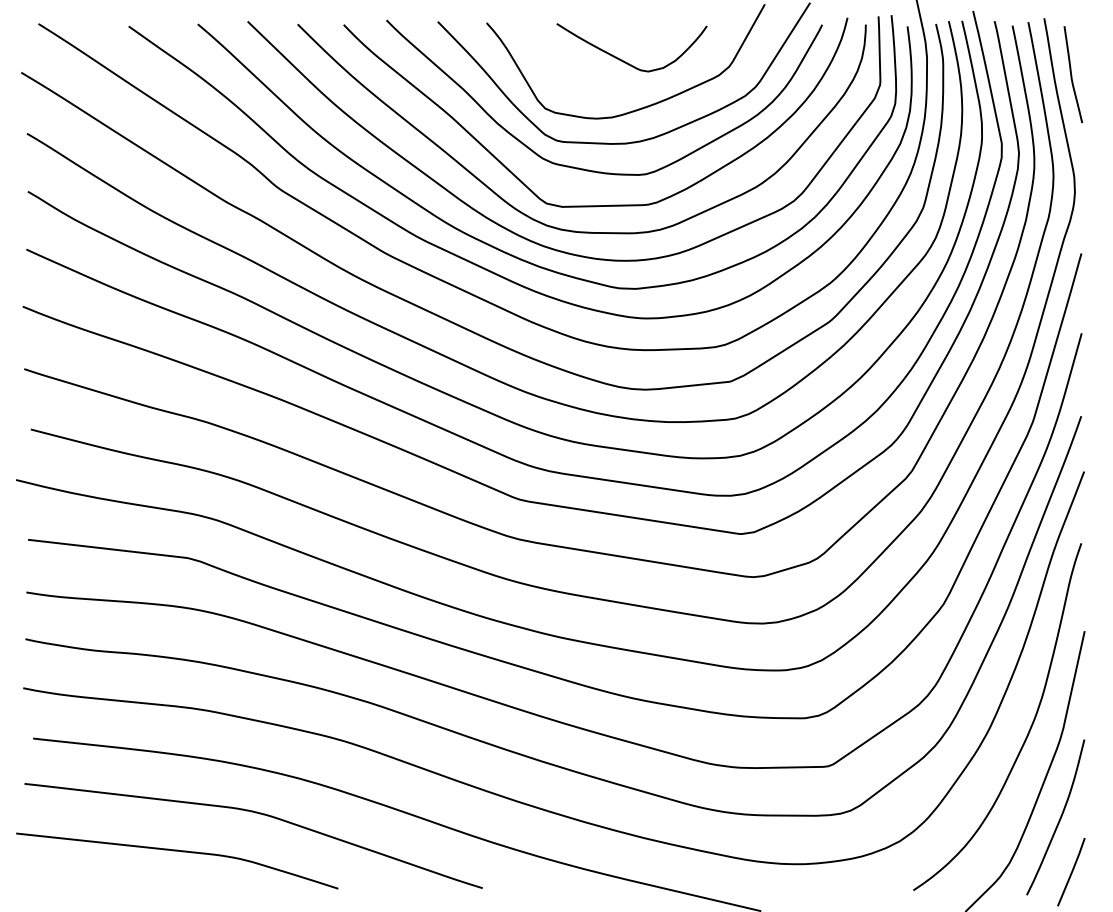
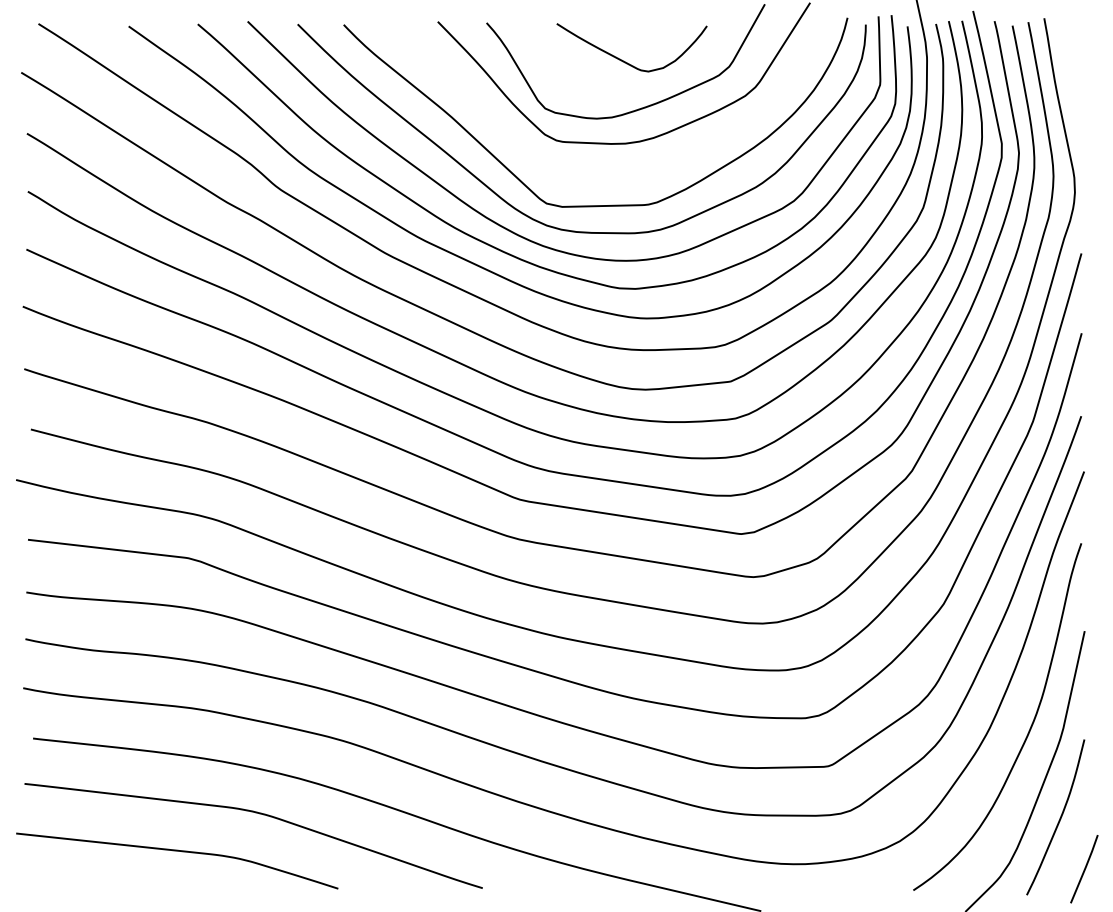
curve at (1071, 74): present -> none
curve at (589, 169): present -> none
line at (1071, 872) position: (1071, 872) -> (1084, 869)
